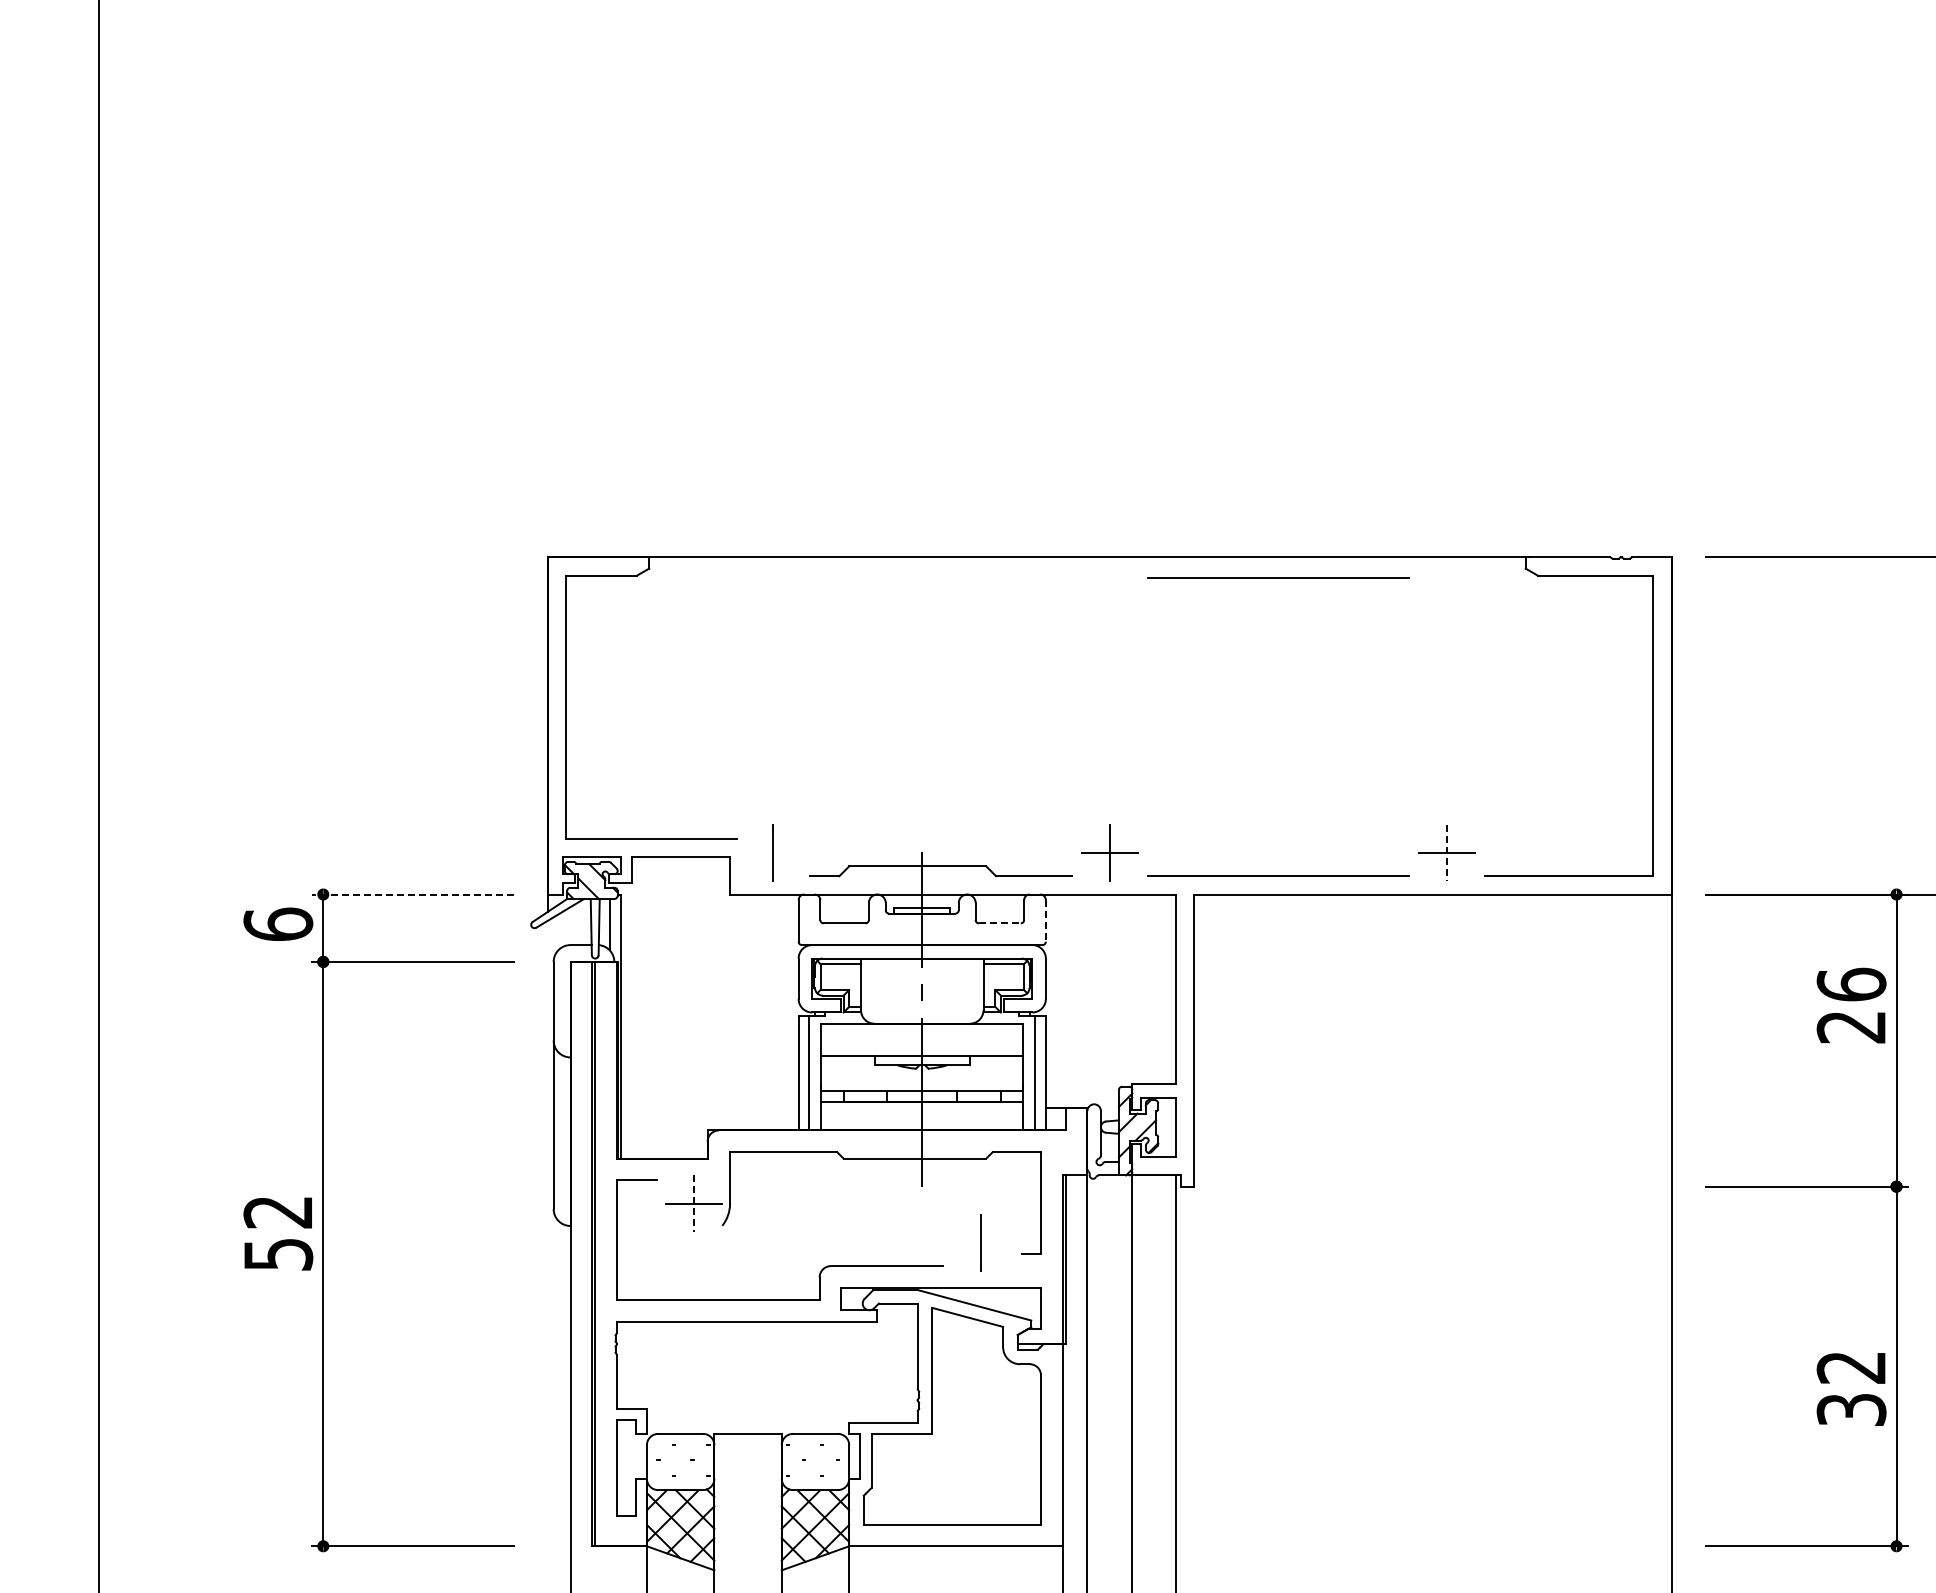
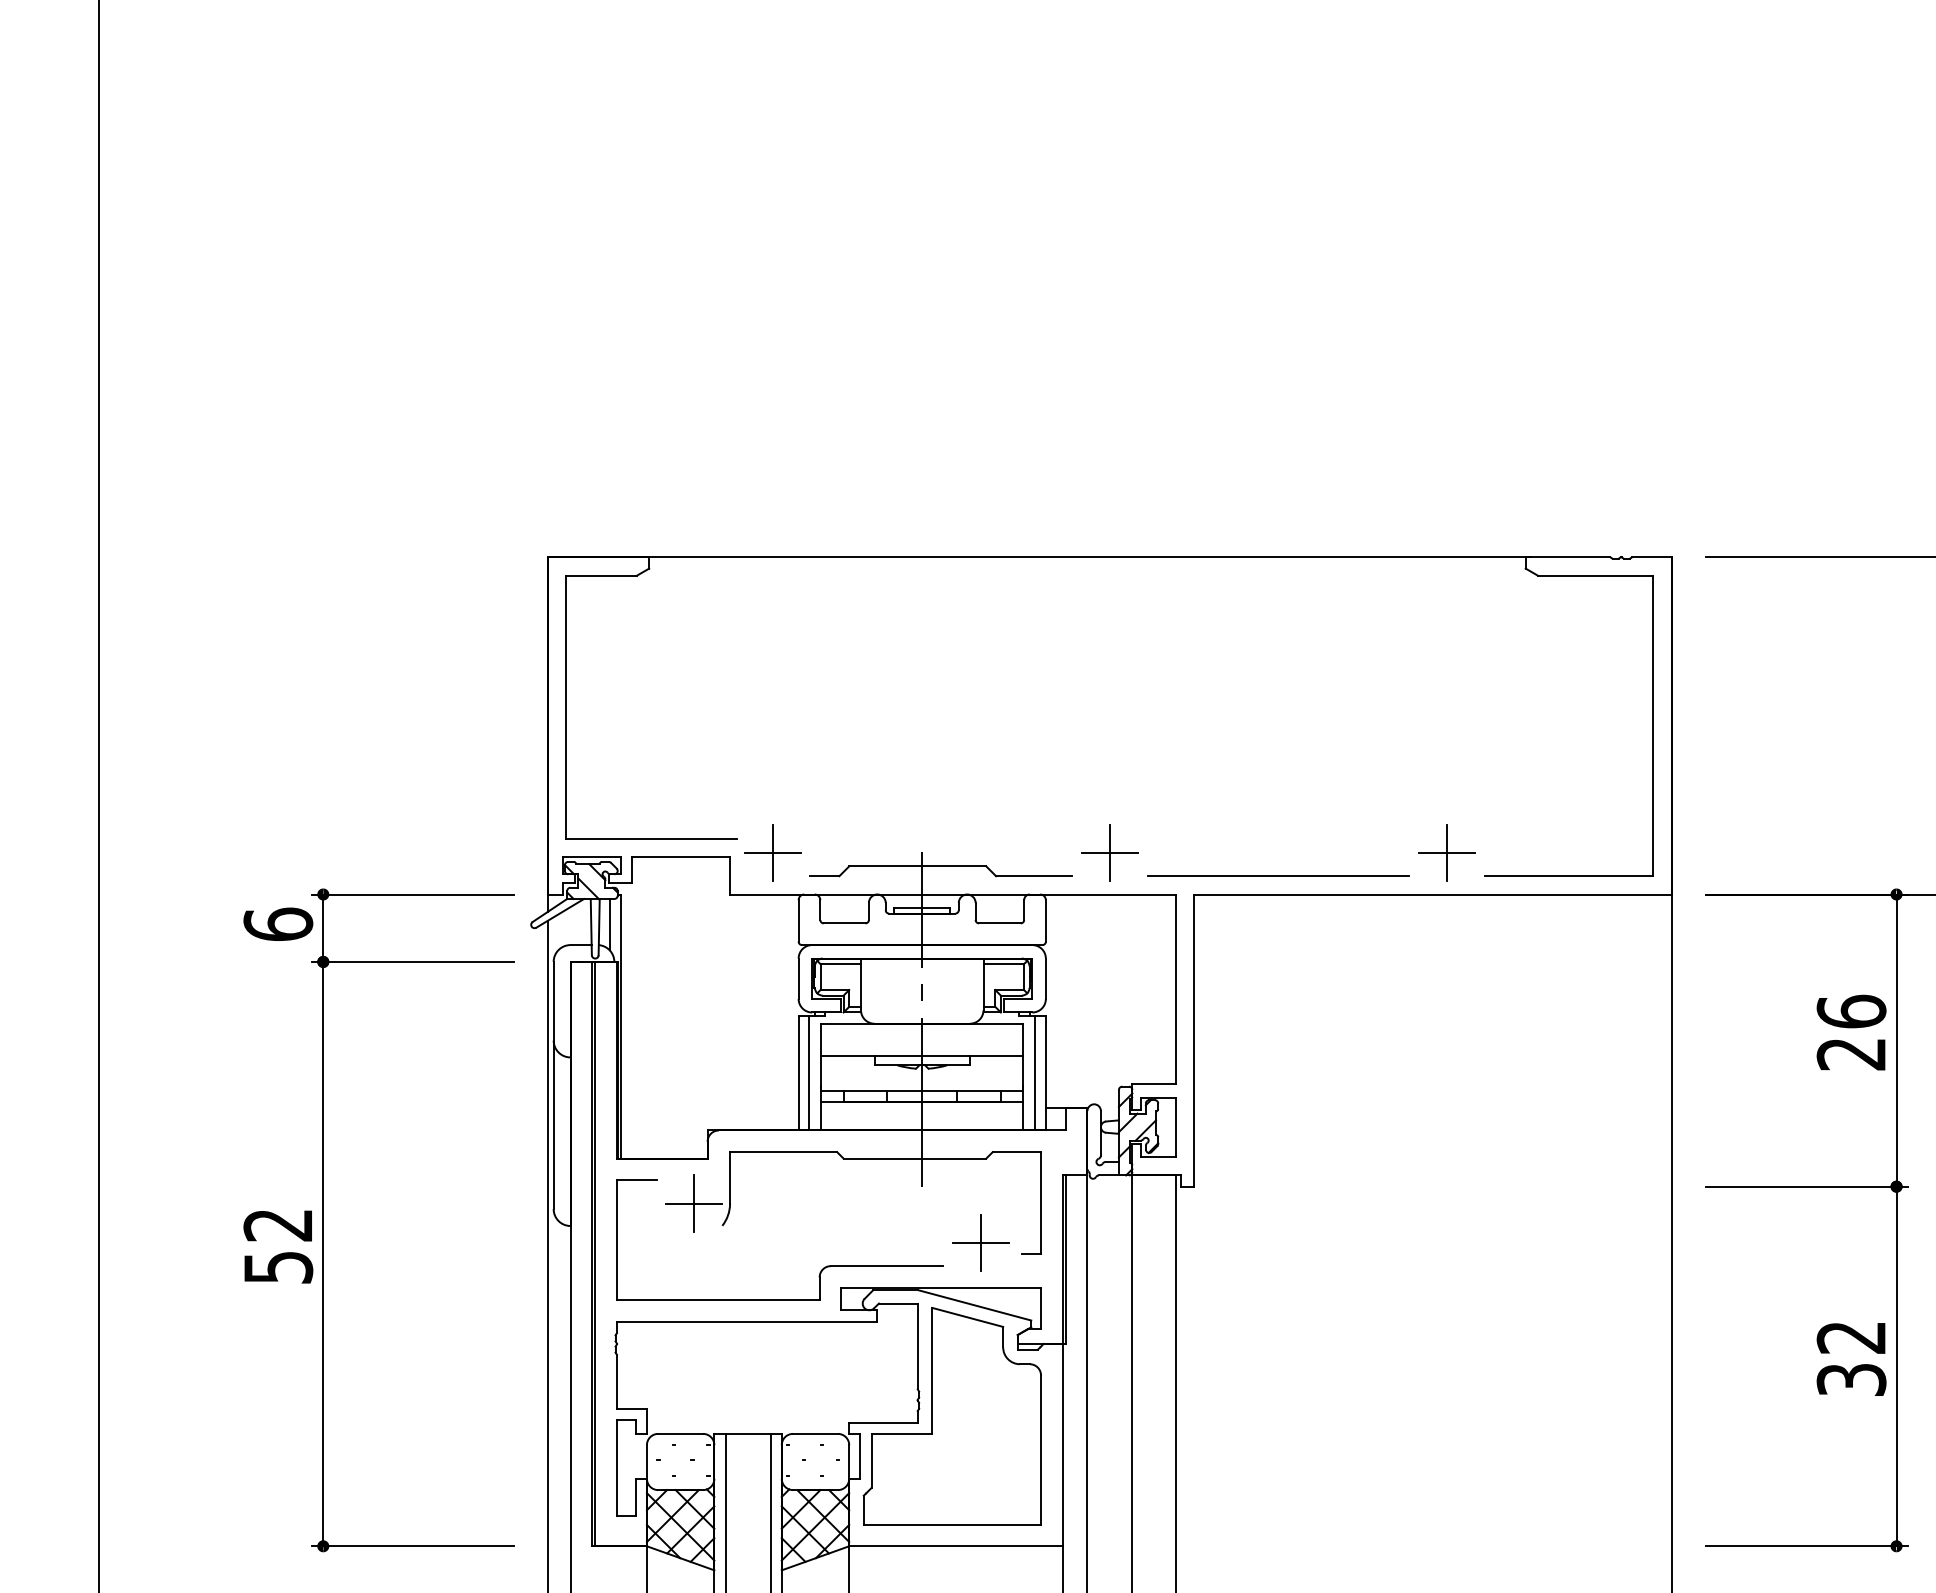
line at (1278, 577): present -> none
line at (772, 852): none -> present
line at (1447, 853): dashed -> solid
line at (412, 894): dashed -> solid
line at (1045, 920): dashed -> solid
line at (999, 923): dashed -> solid
text at (1851, 1005) position: (1851, 1005) -> (1851, 1032)
line at (694, 1204): dashed -> solid
text at (278, 1233) position: (278, 1233) -> (278, 1246)
line at (980, 1242): none -> present
line at (548, 1254): none -> present
text at (1851, 1389) position: (1851, 1389) -> (1851, 1359)
line at (725, 1511): none -> present
line at (770, 1511): none -> present
